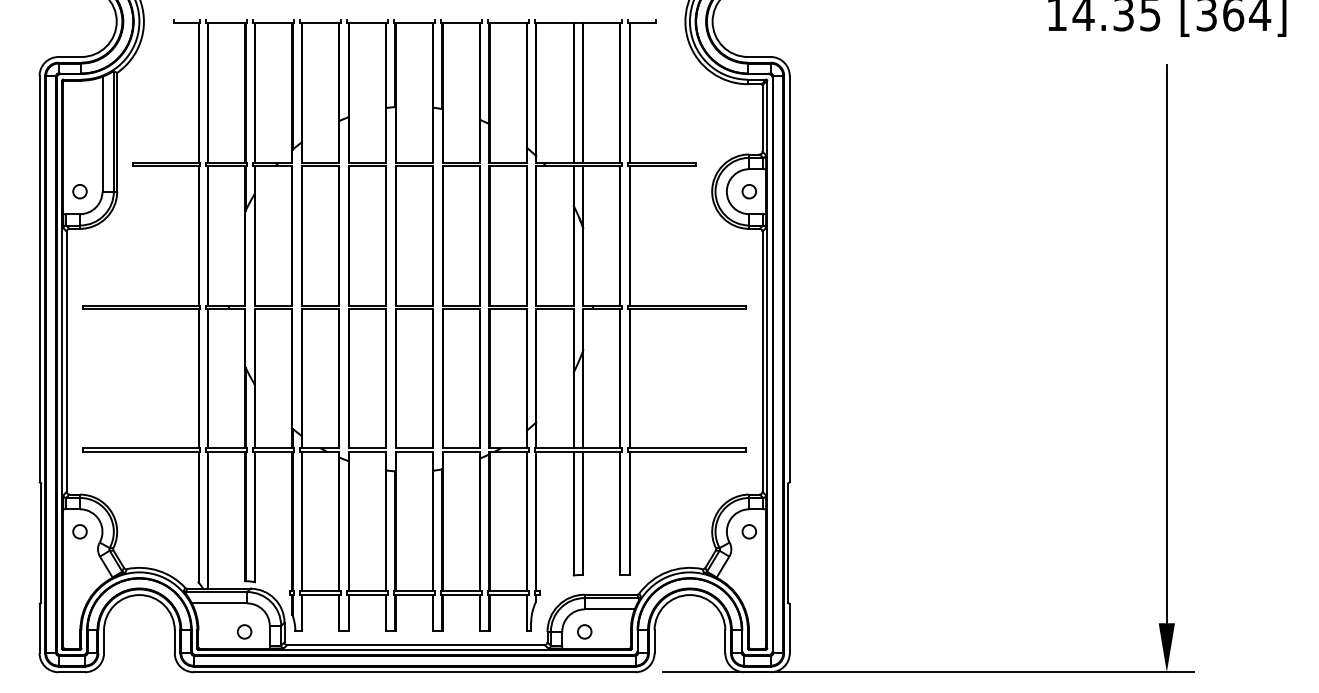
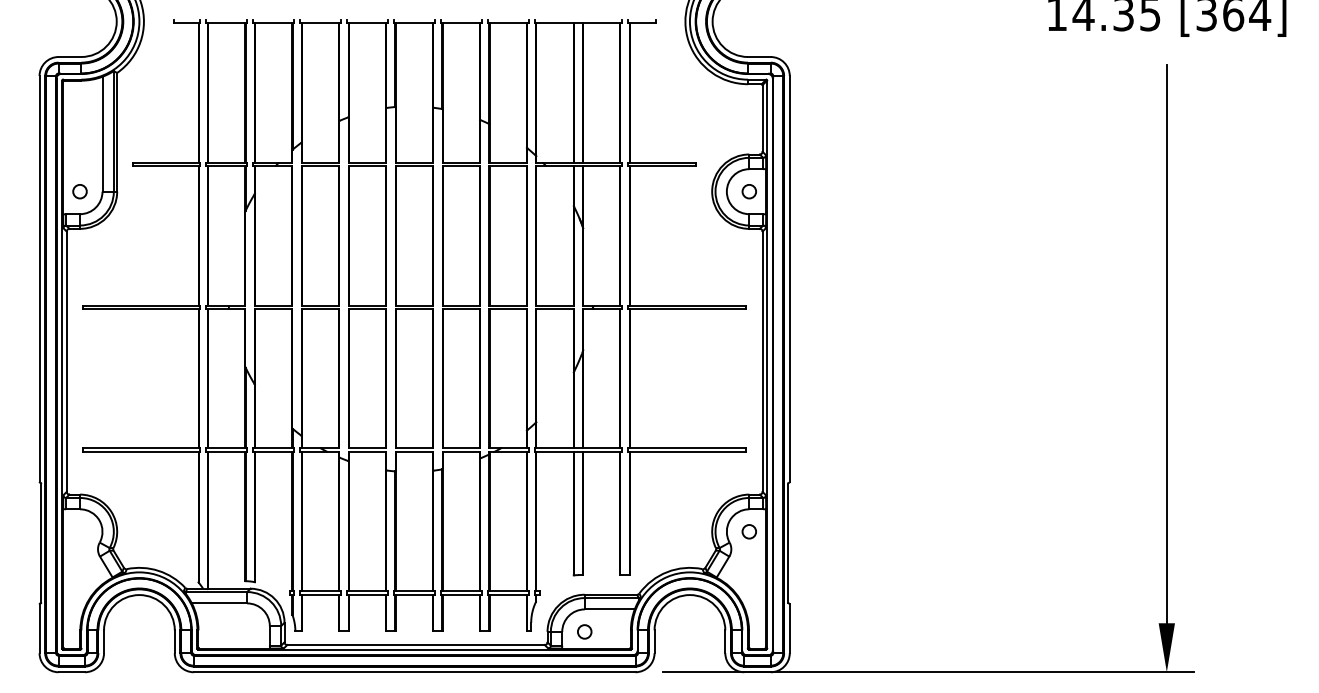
circle at (79, 531): present -> none
circle at (244, 631): present -> none
